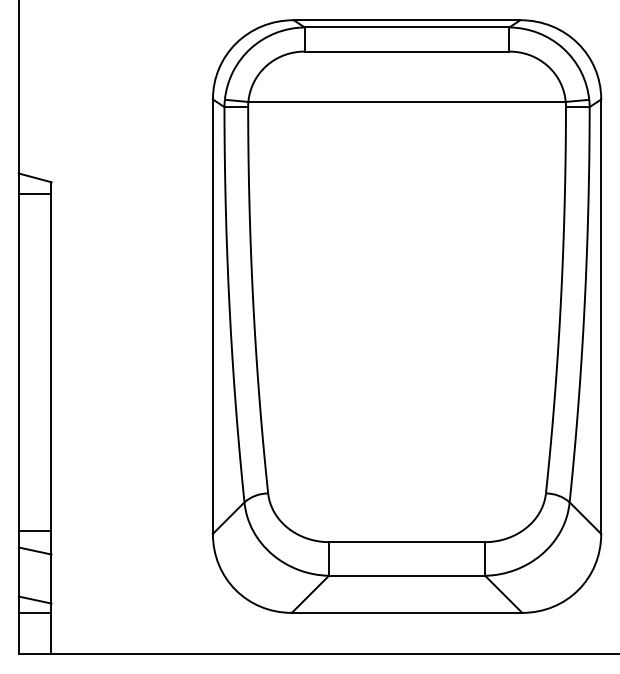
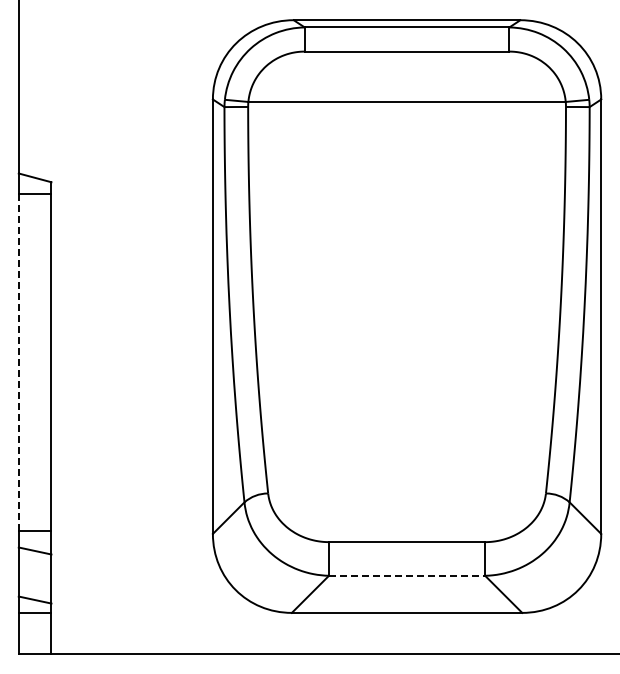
line at (18, 362): solid -> dashed
line at (407, 575): solid -> dashed
